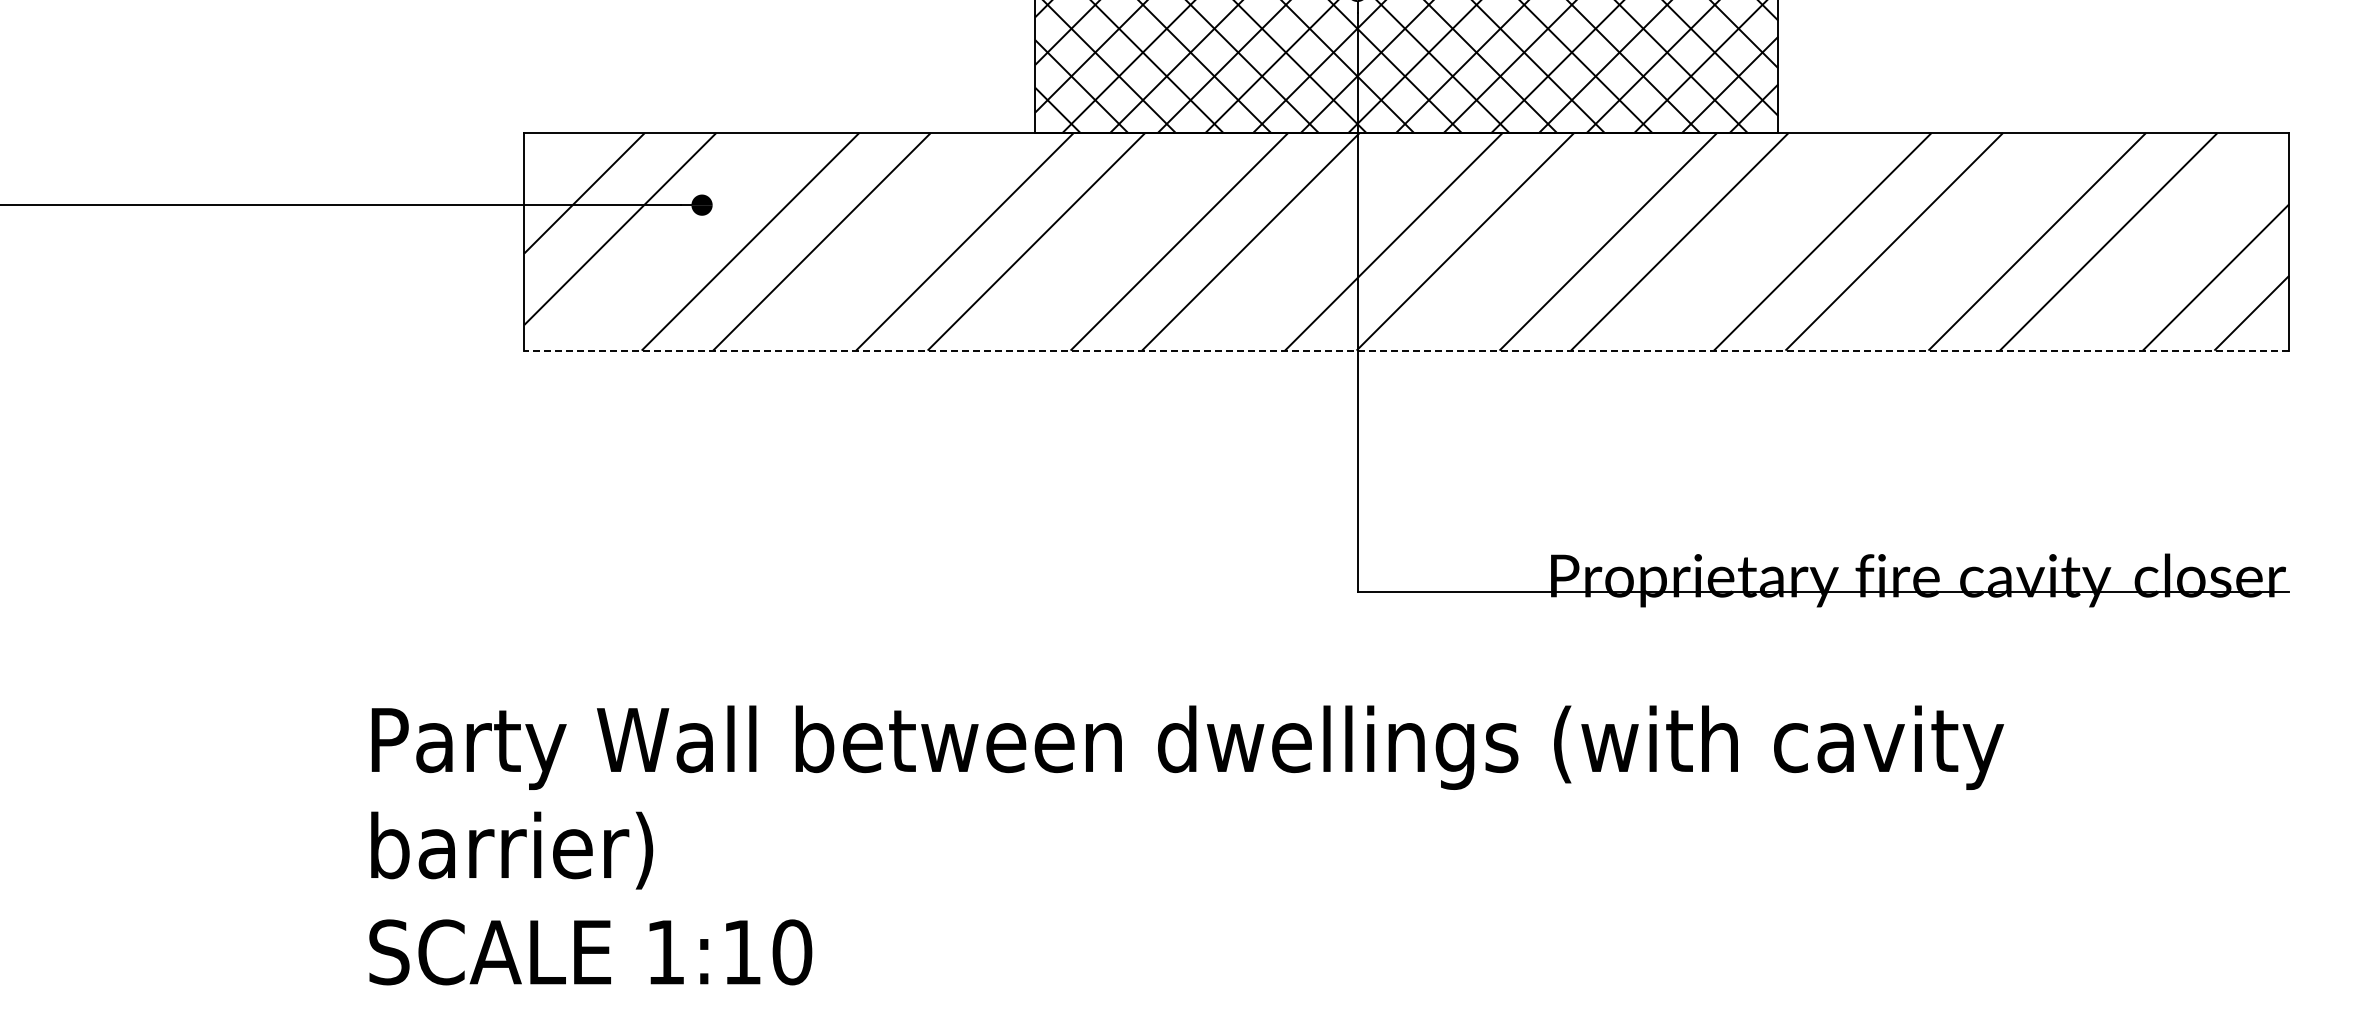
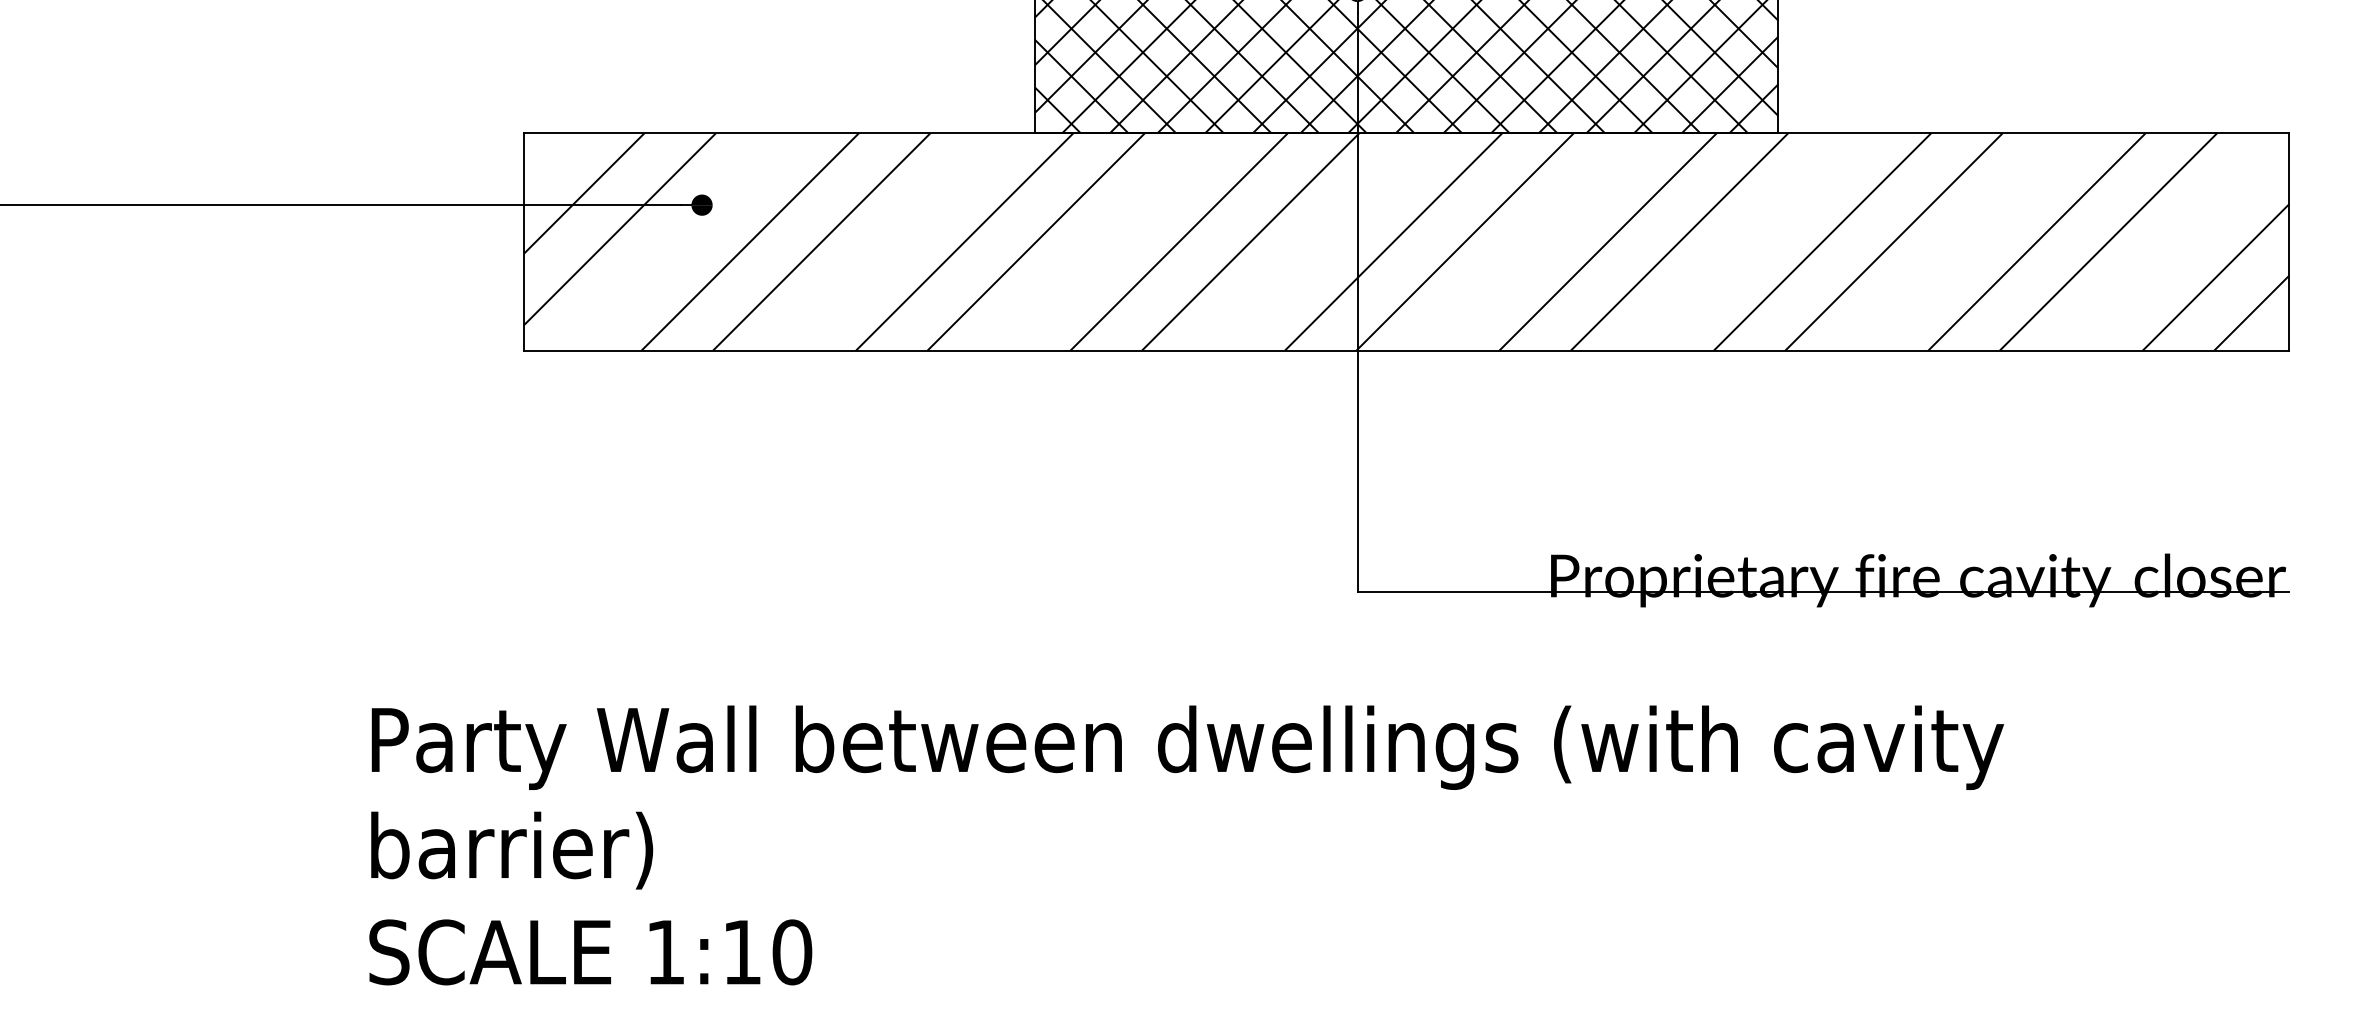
line at (1406, 350): dashed -> solid
